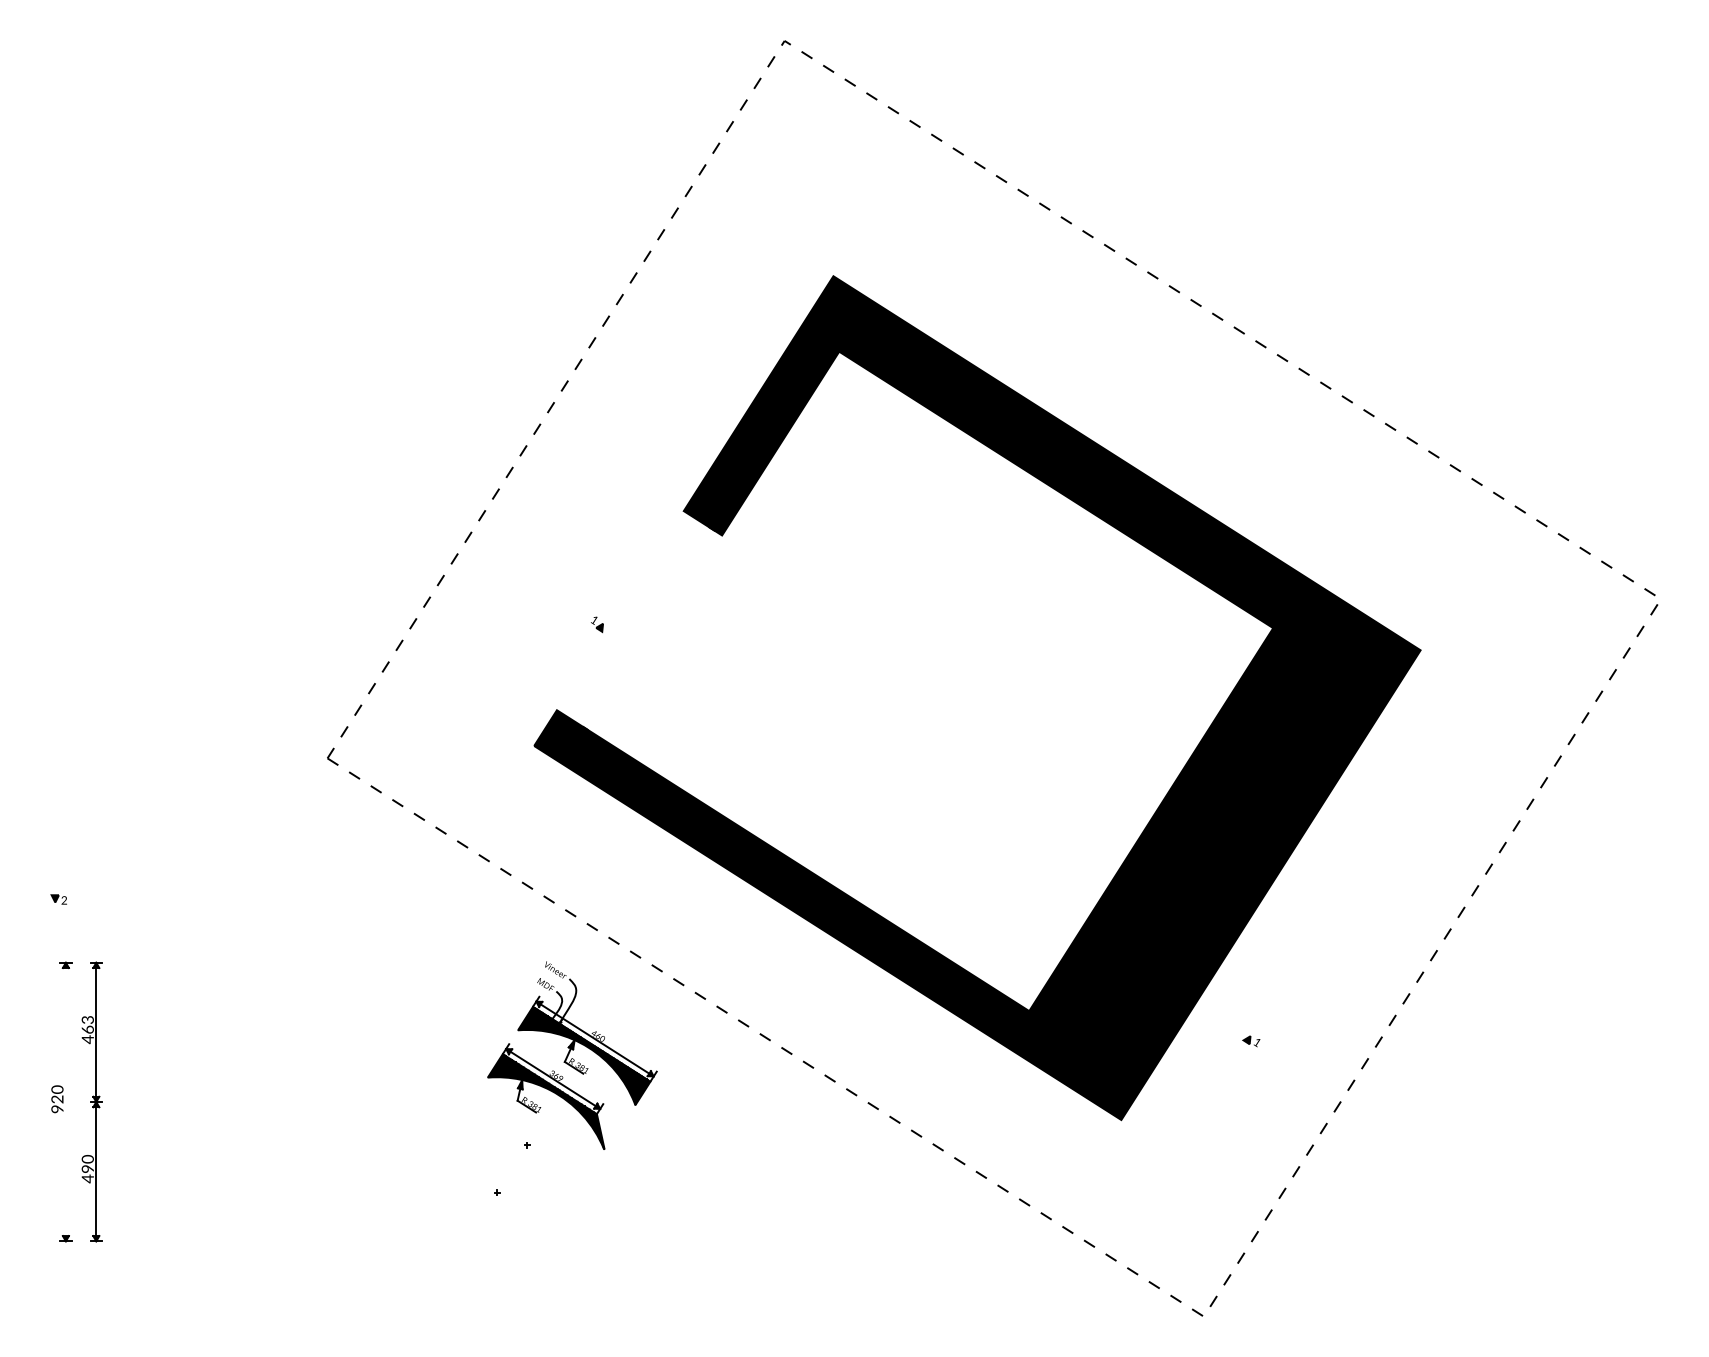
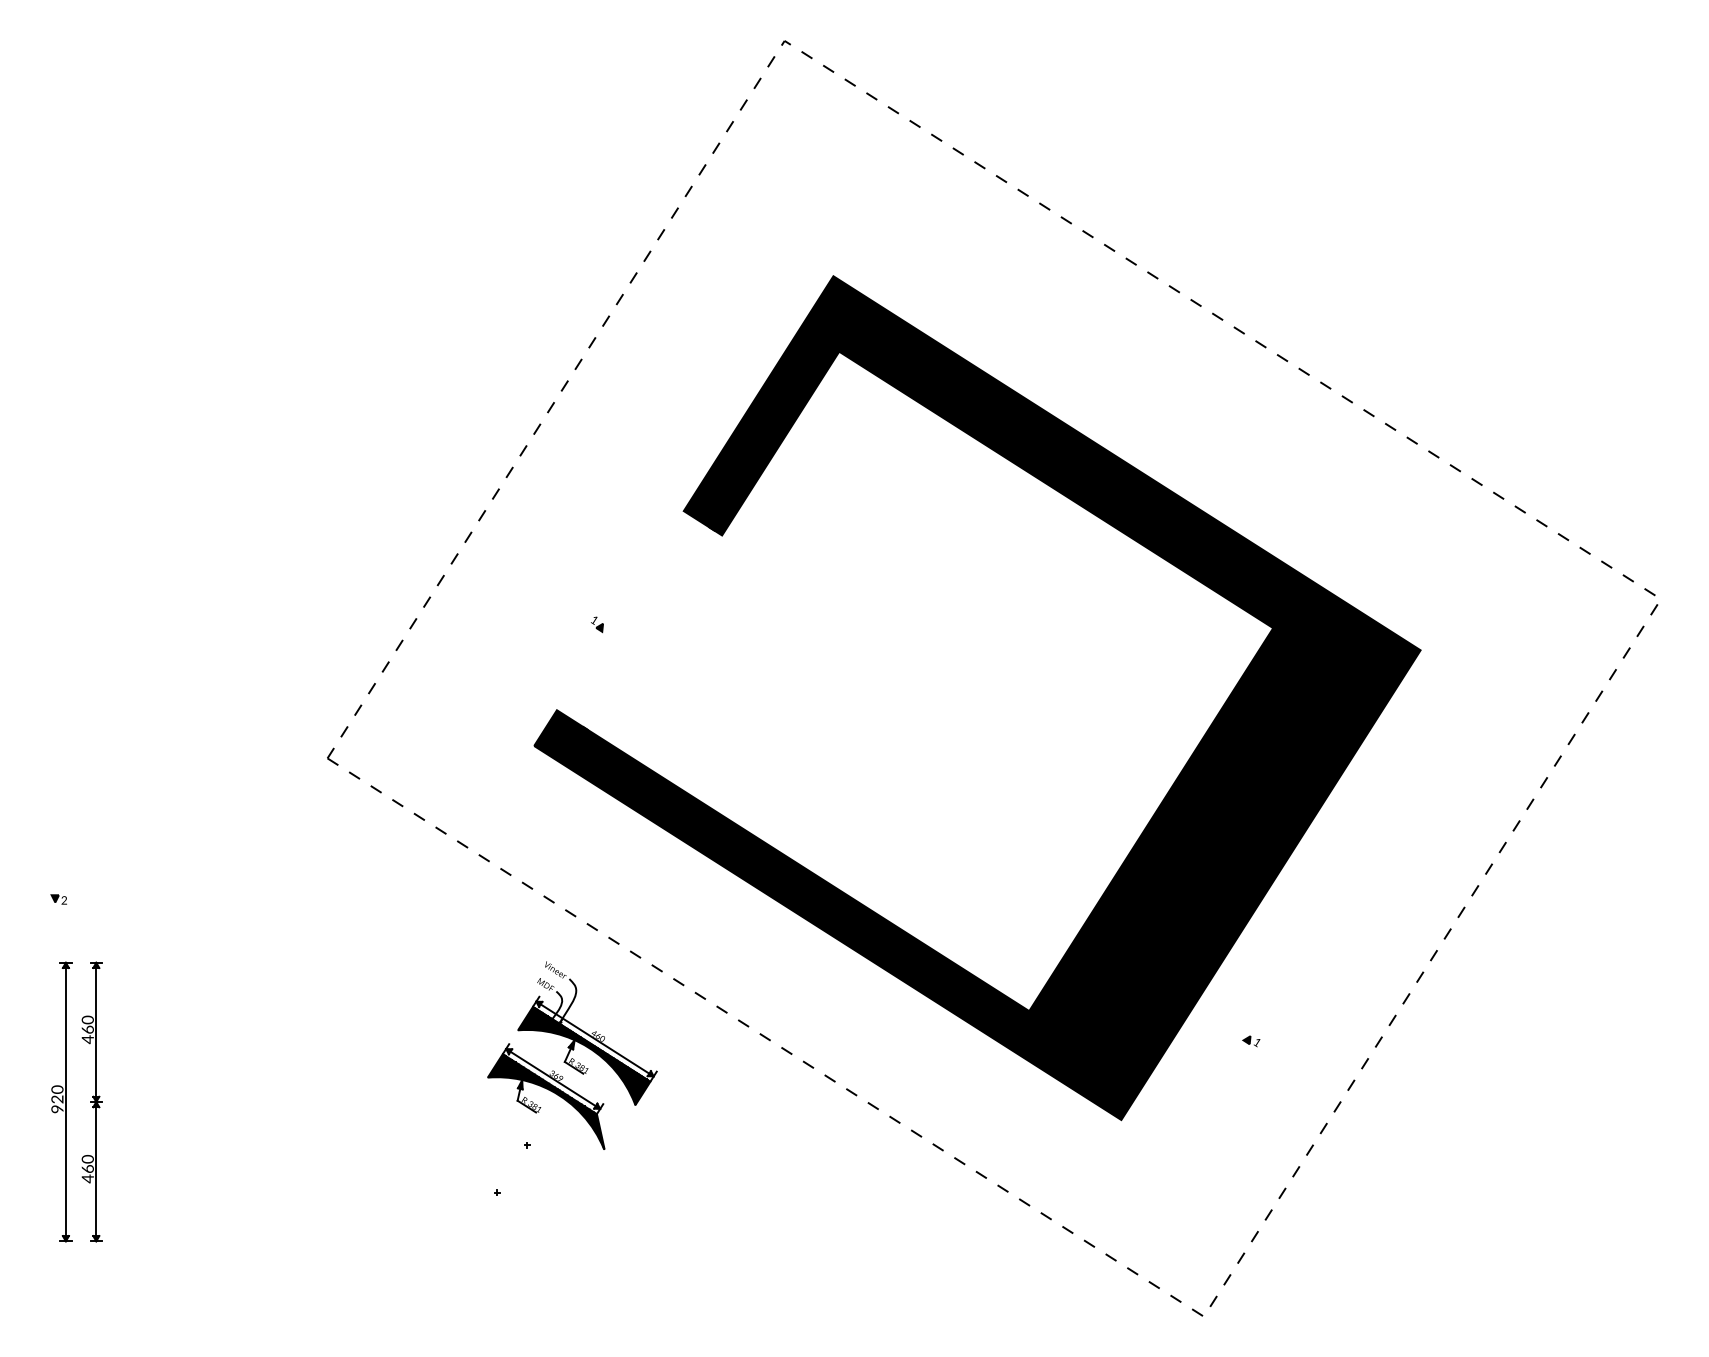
text at (87, 1019): 463 -> 460
line at (65, 1102): none -> present
text at (87, 1168): 490 -> 460
